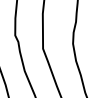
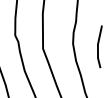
line at (98, 46): none -> present
